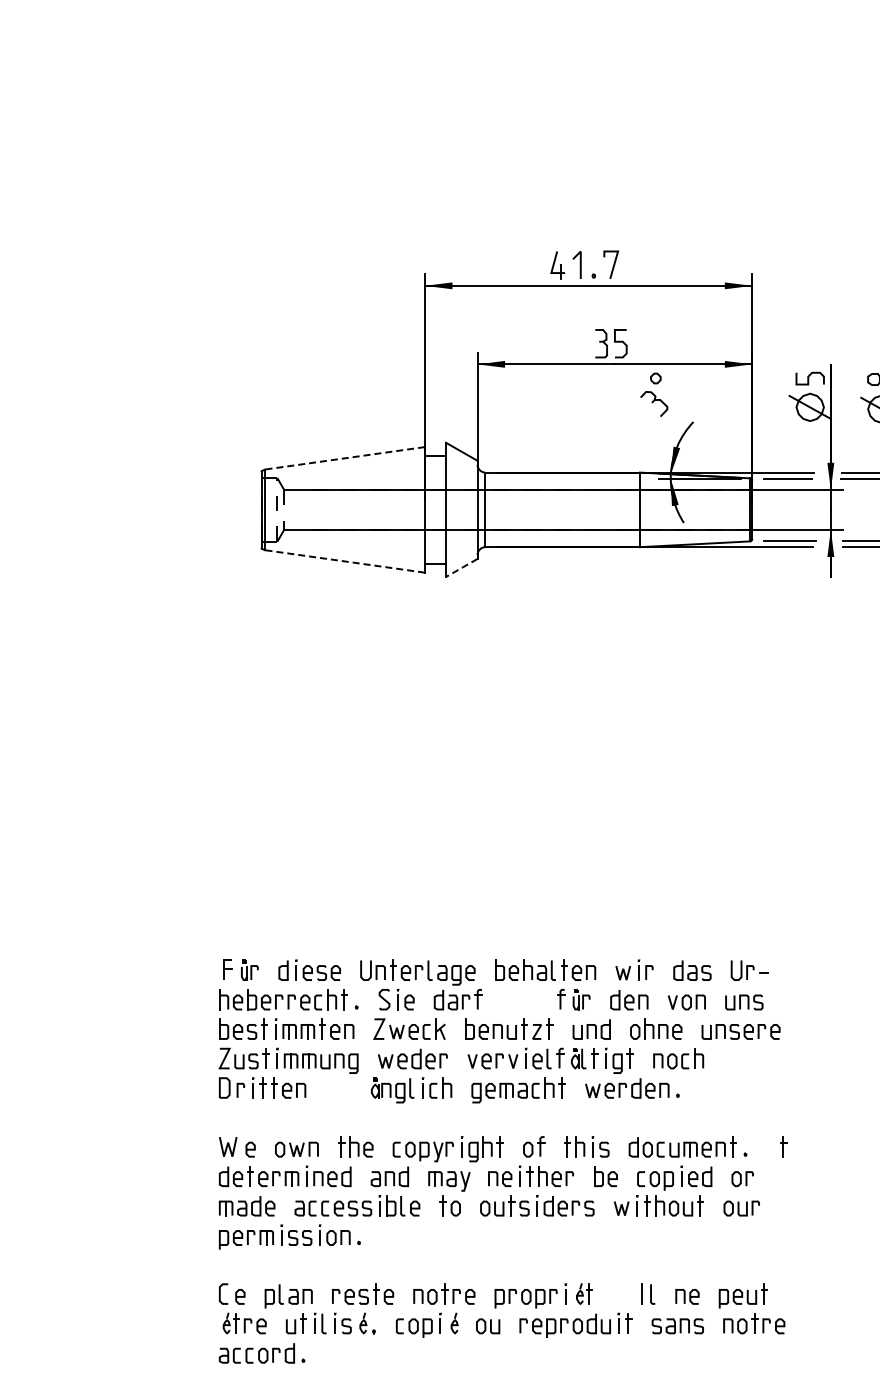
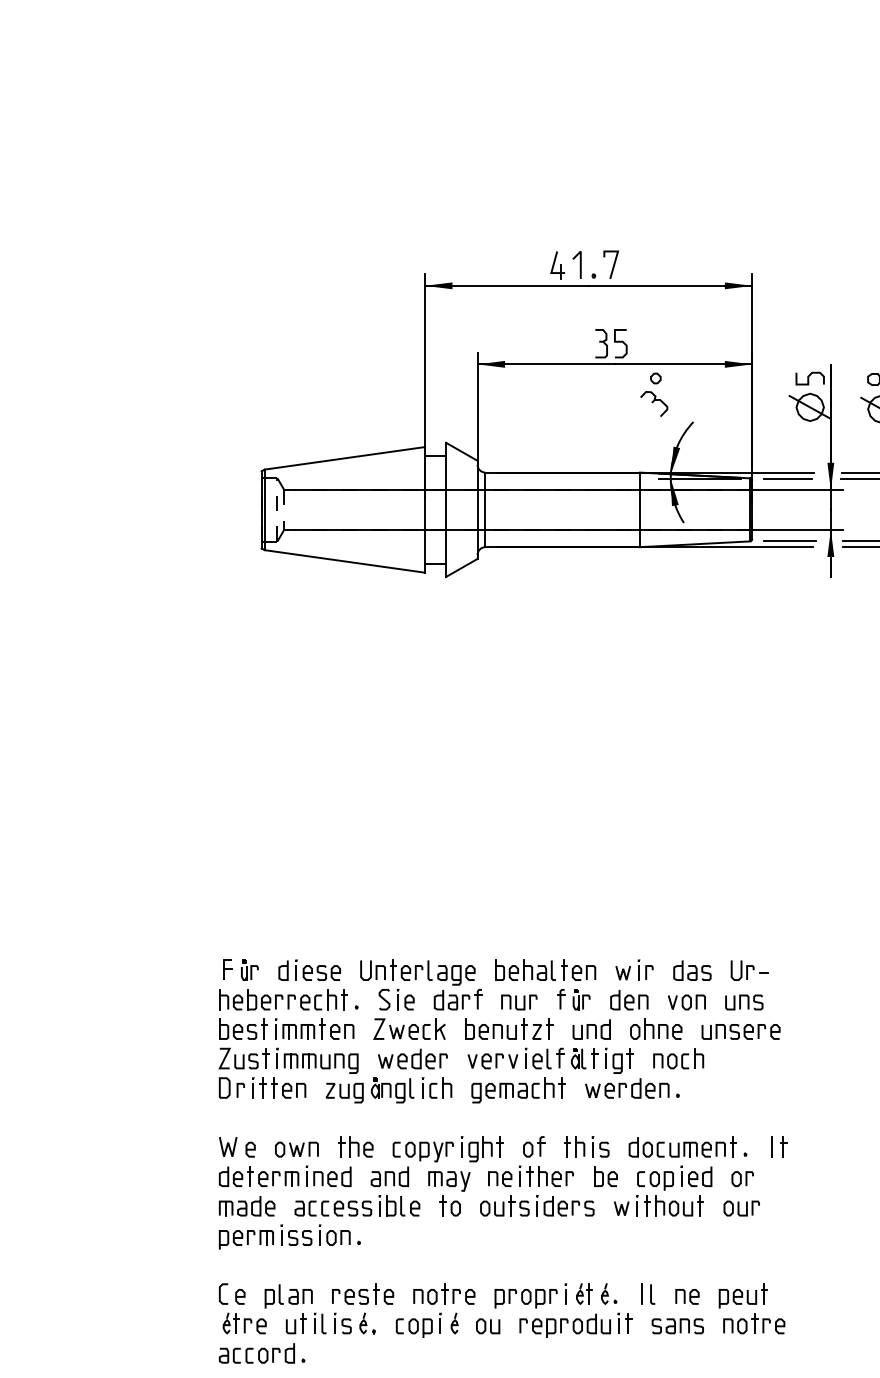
line at (344, 458): dashed -> solid
line at (344, 561): dashed -> solid
line at (461, 568): dashed -> solid
part at (519, 1002): none -> present
part at (344, 1092): none -> present
line at (771, 1146): none -> present
part at (609, 1293): none -> present
